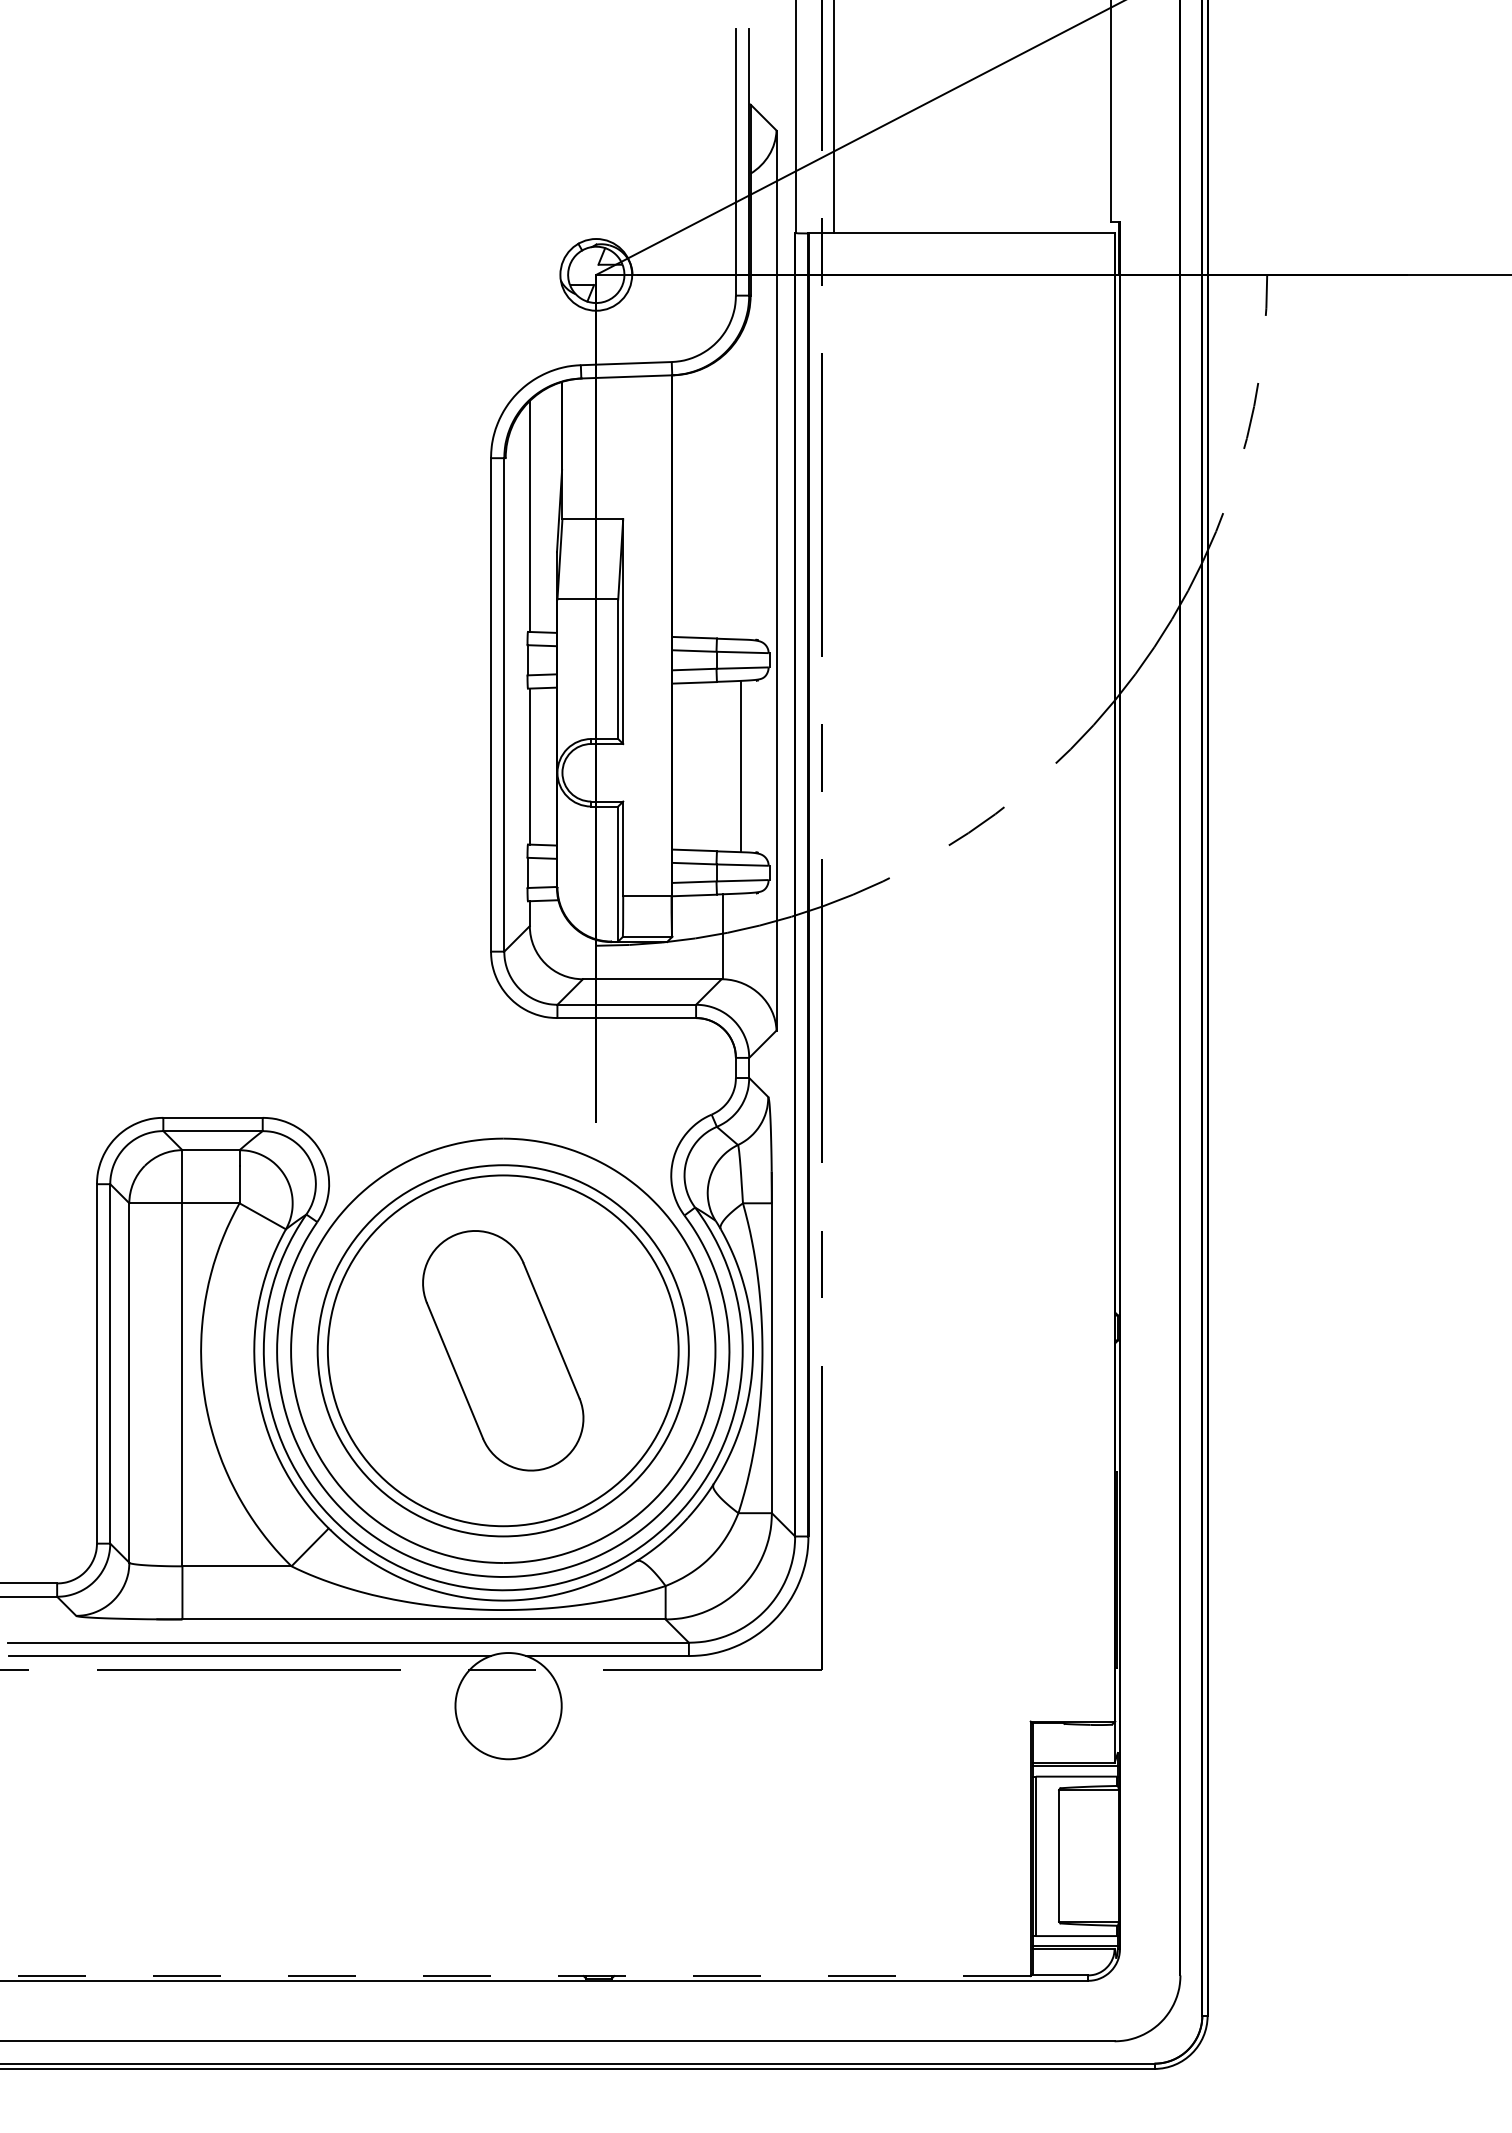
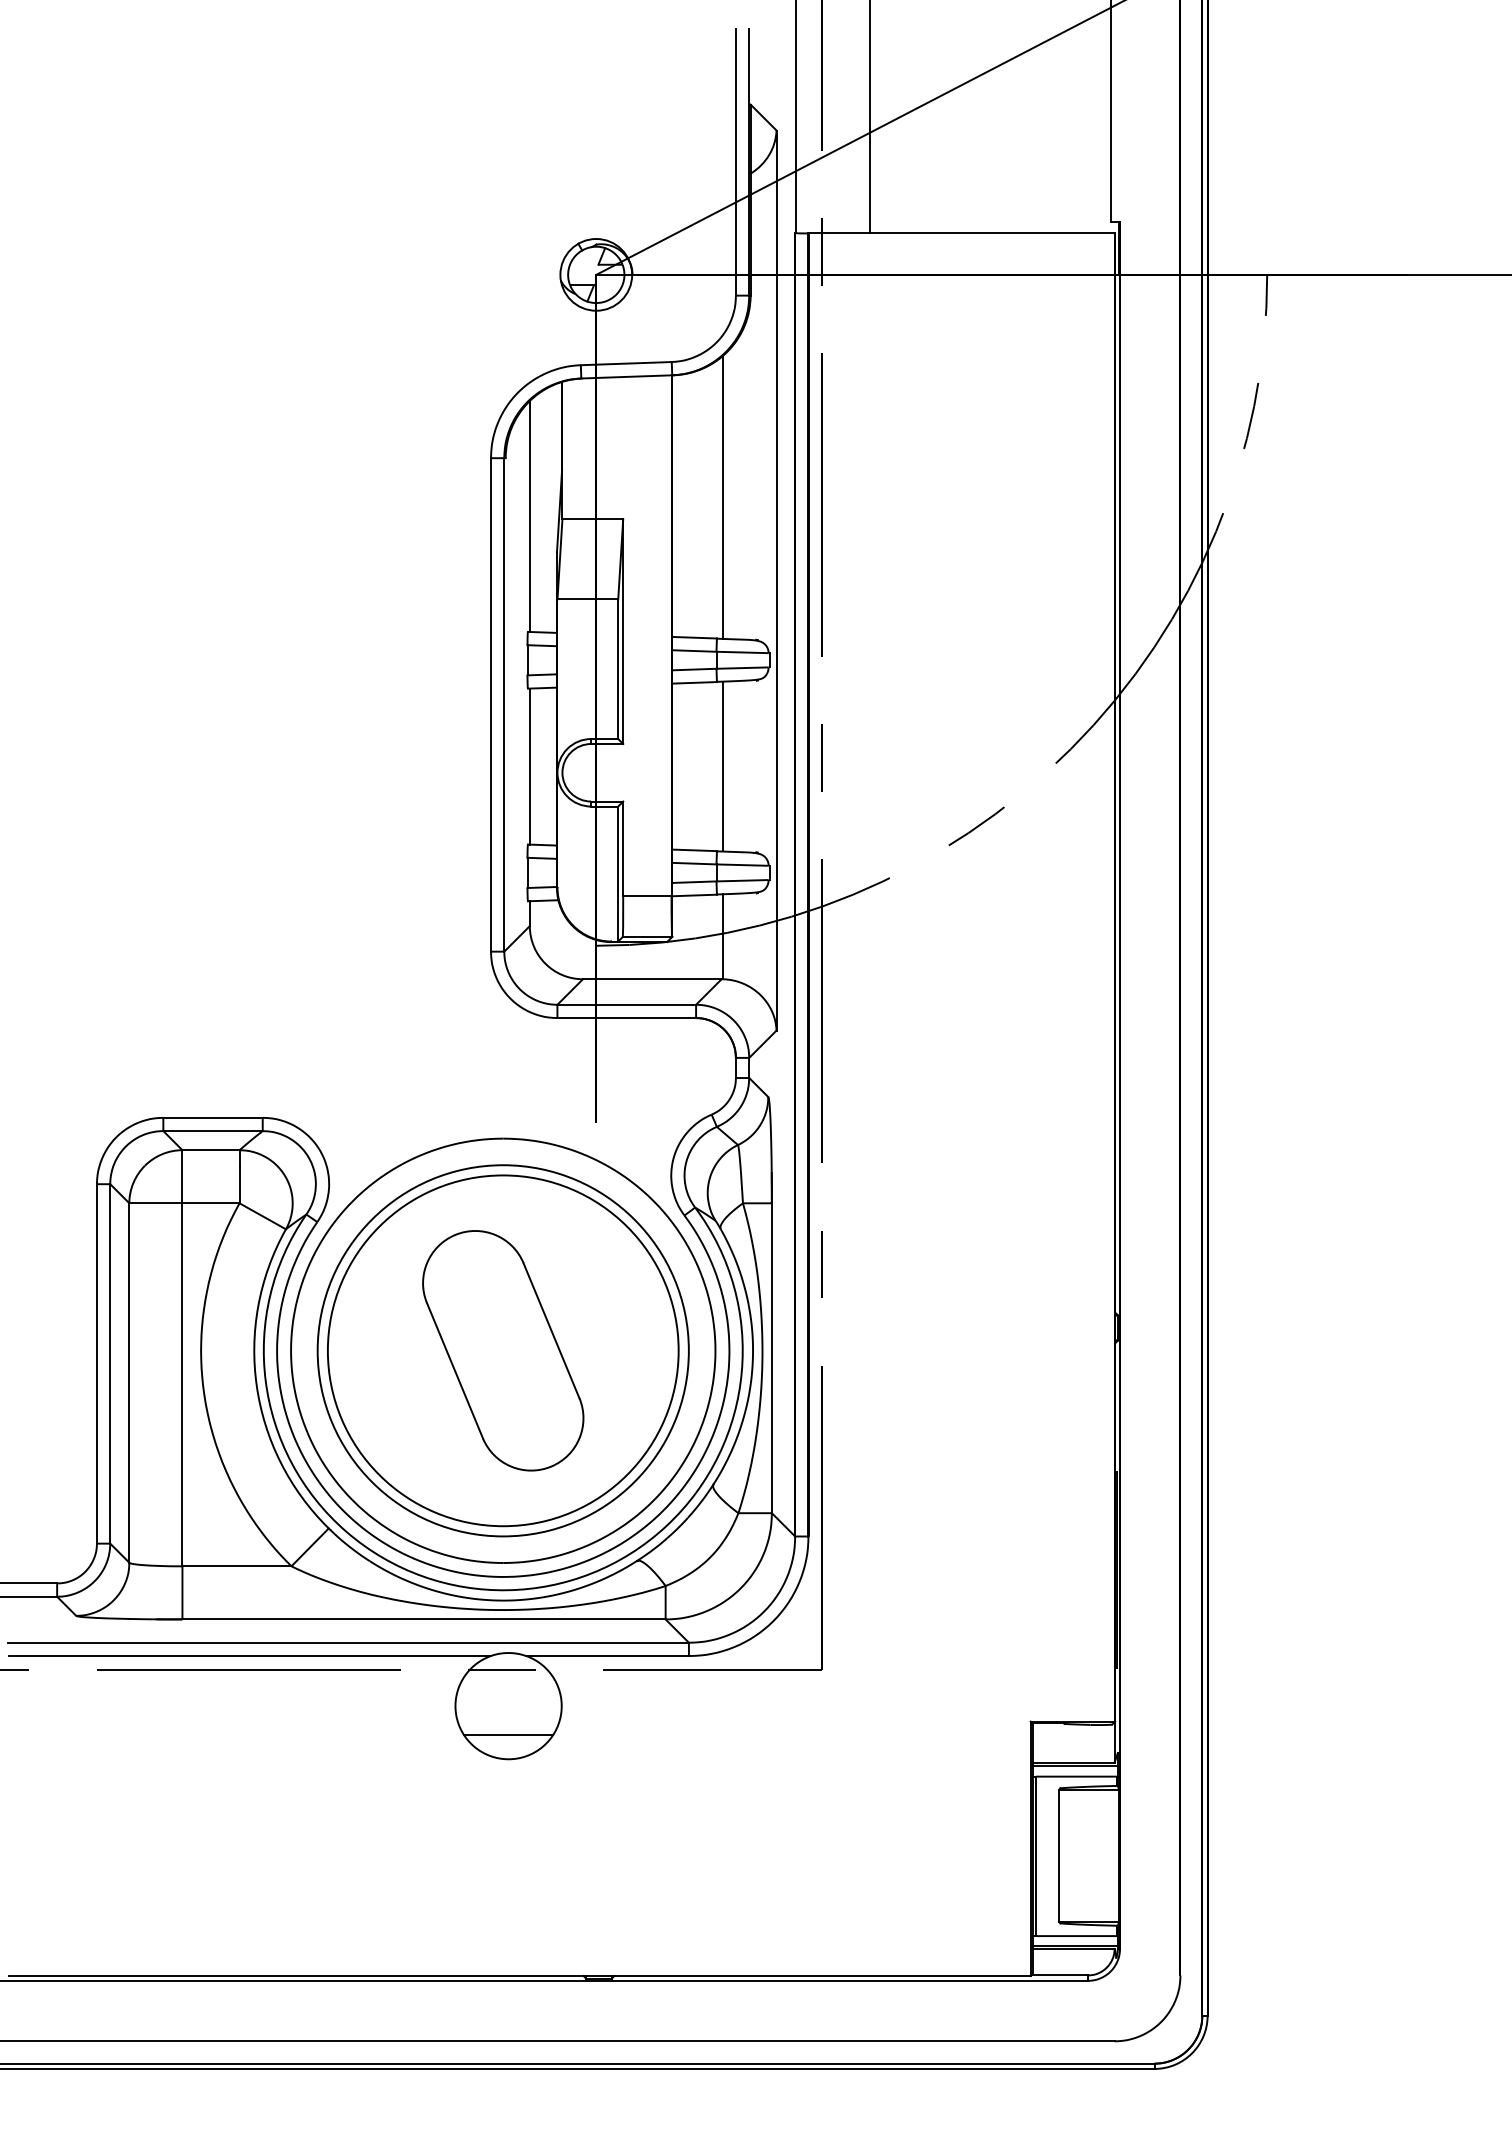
line at (834, 117) position: (834, 117) -> (870, 117)
line at (723, 496): none -> present
line at (741, 766) position: (741, 766) -> (723, 766)
line at (508, 1734): none -> present
line at (519, 1976): dashed -> solid
